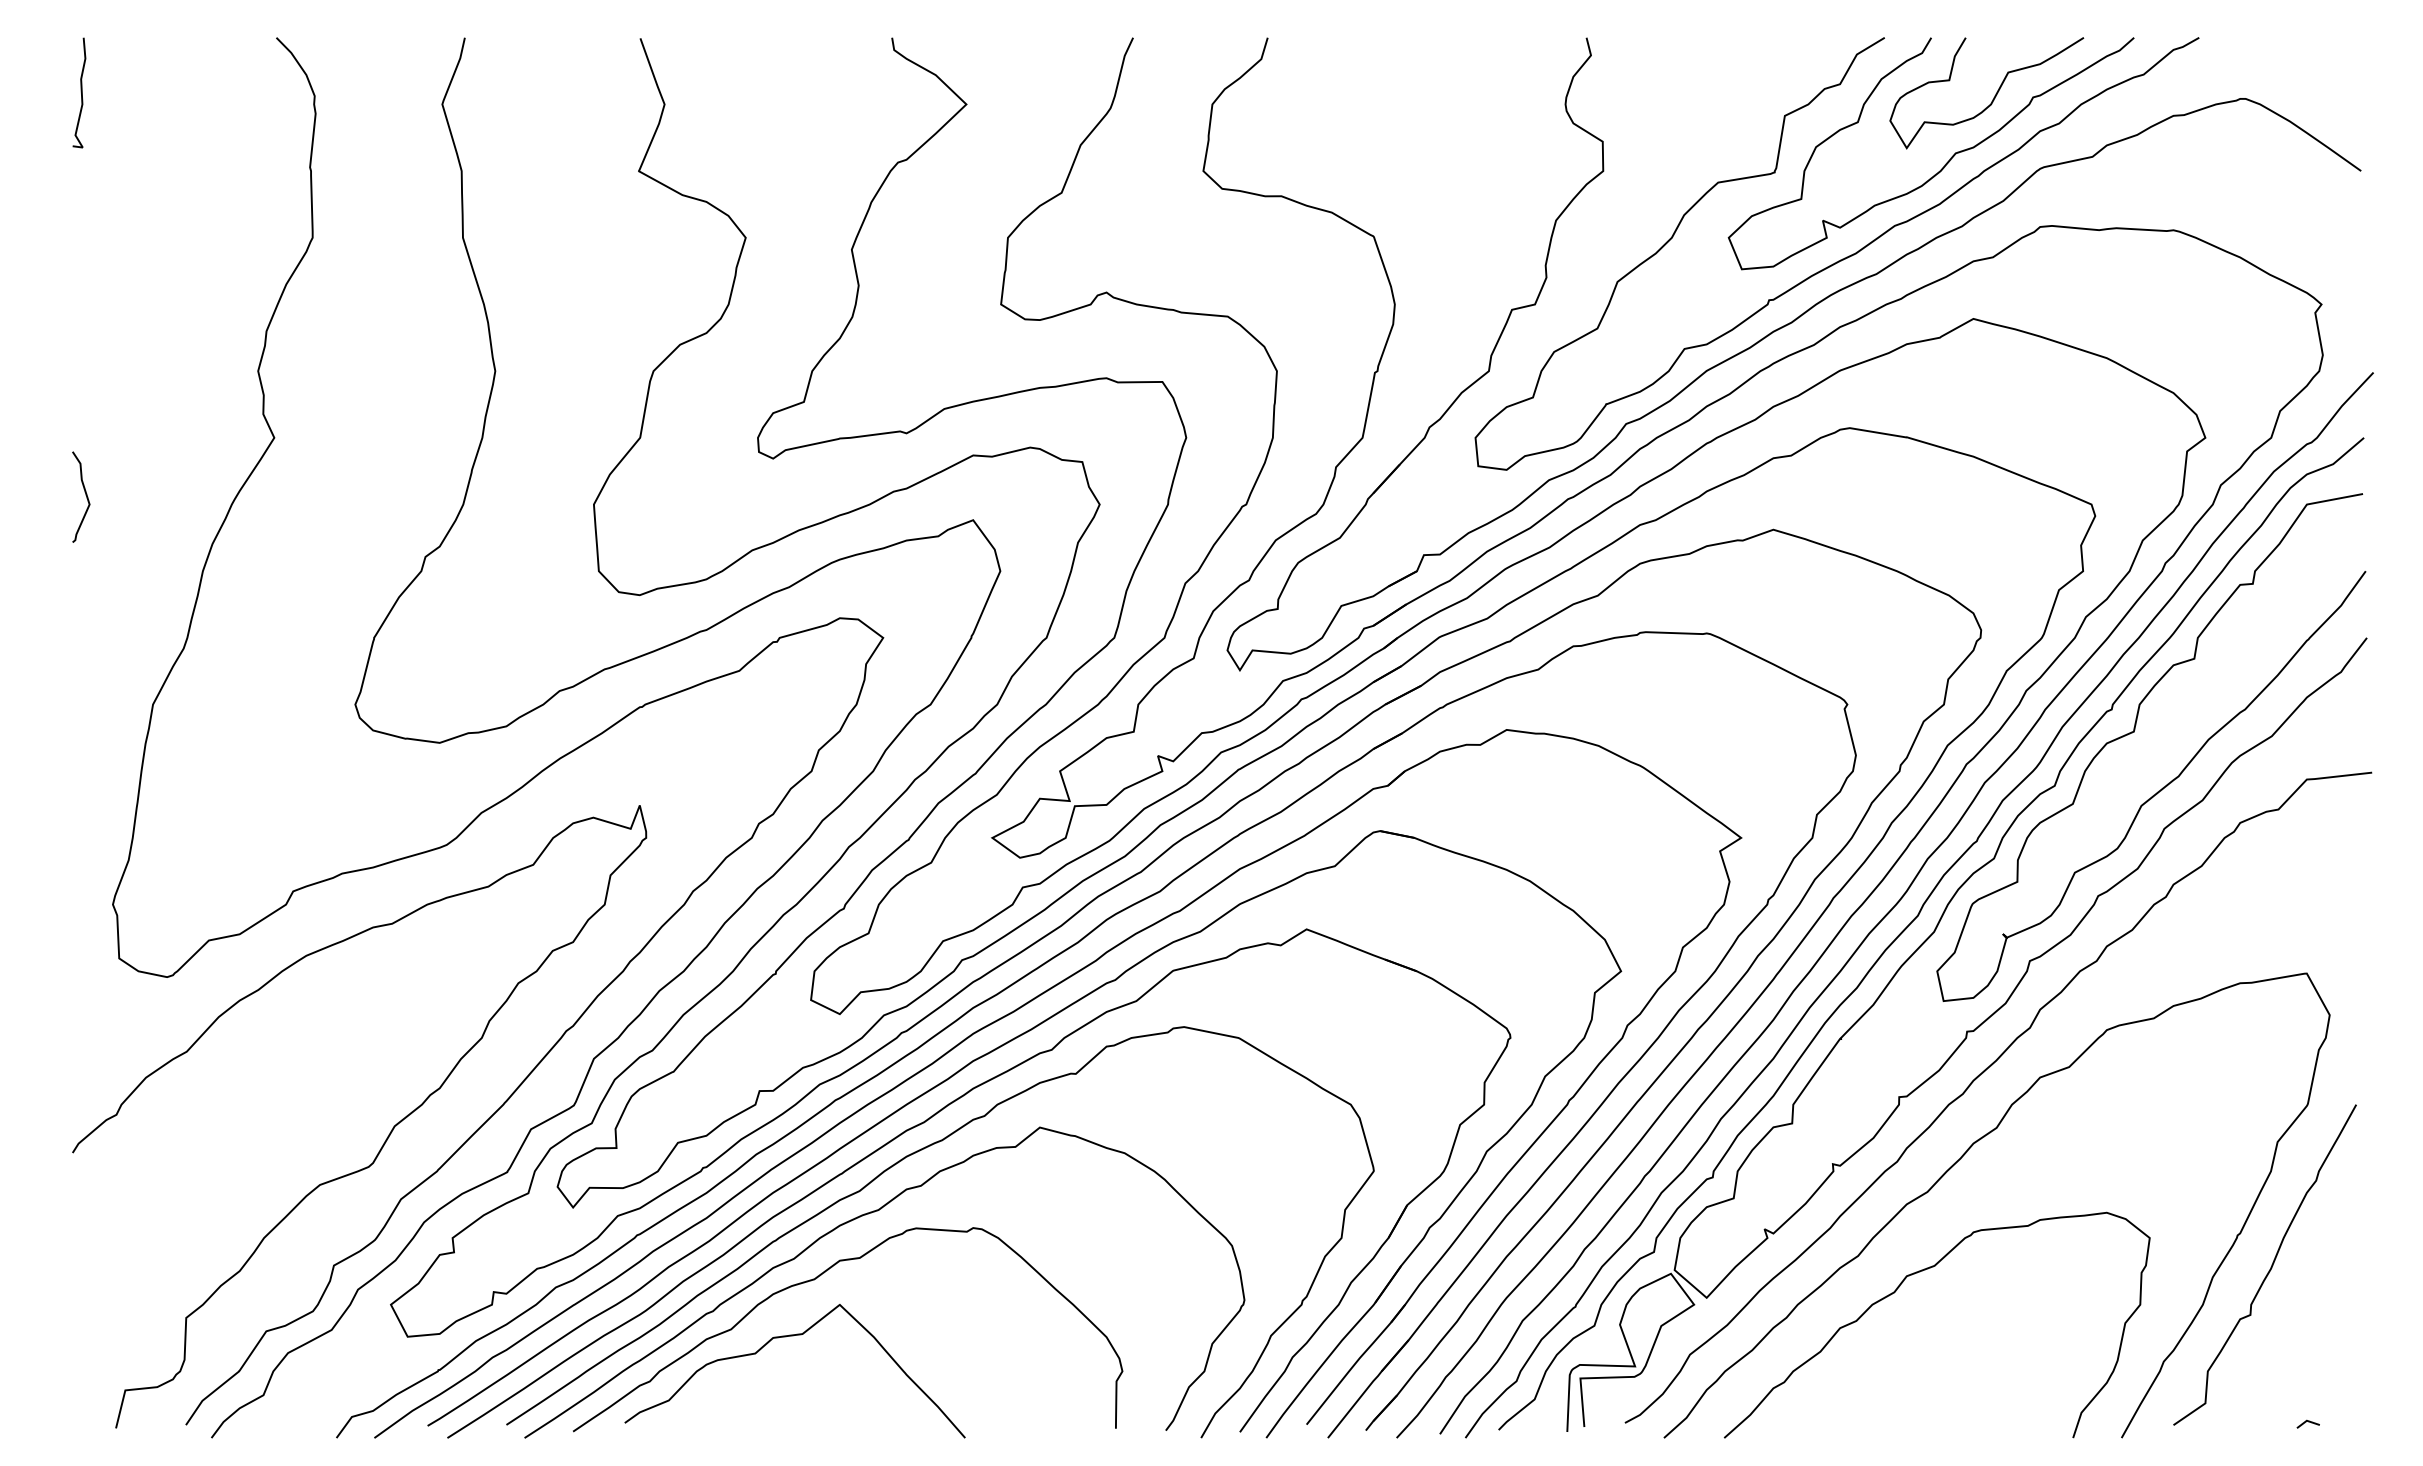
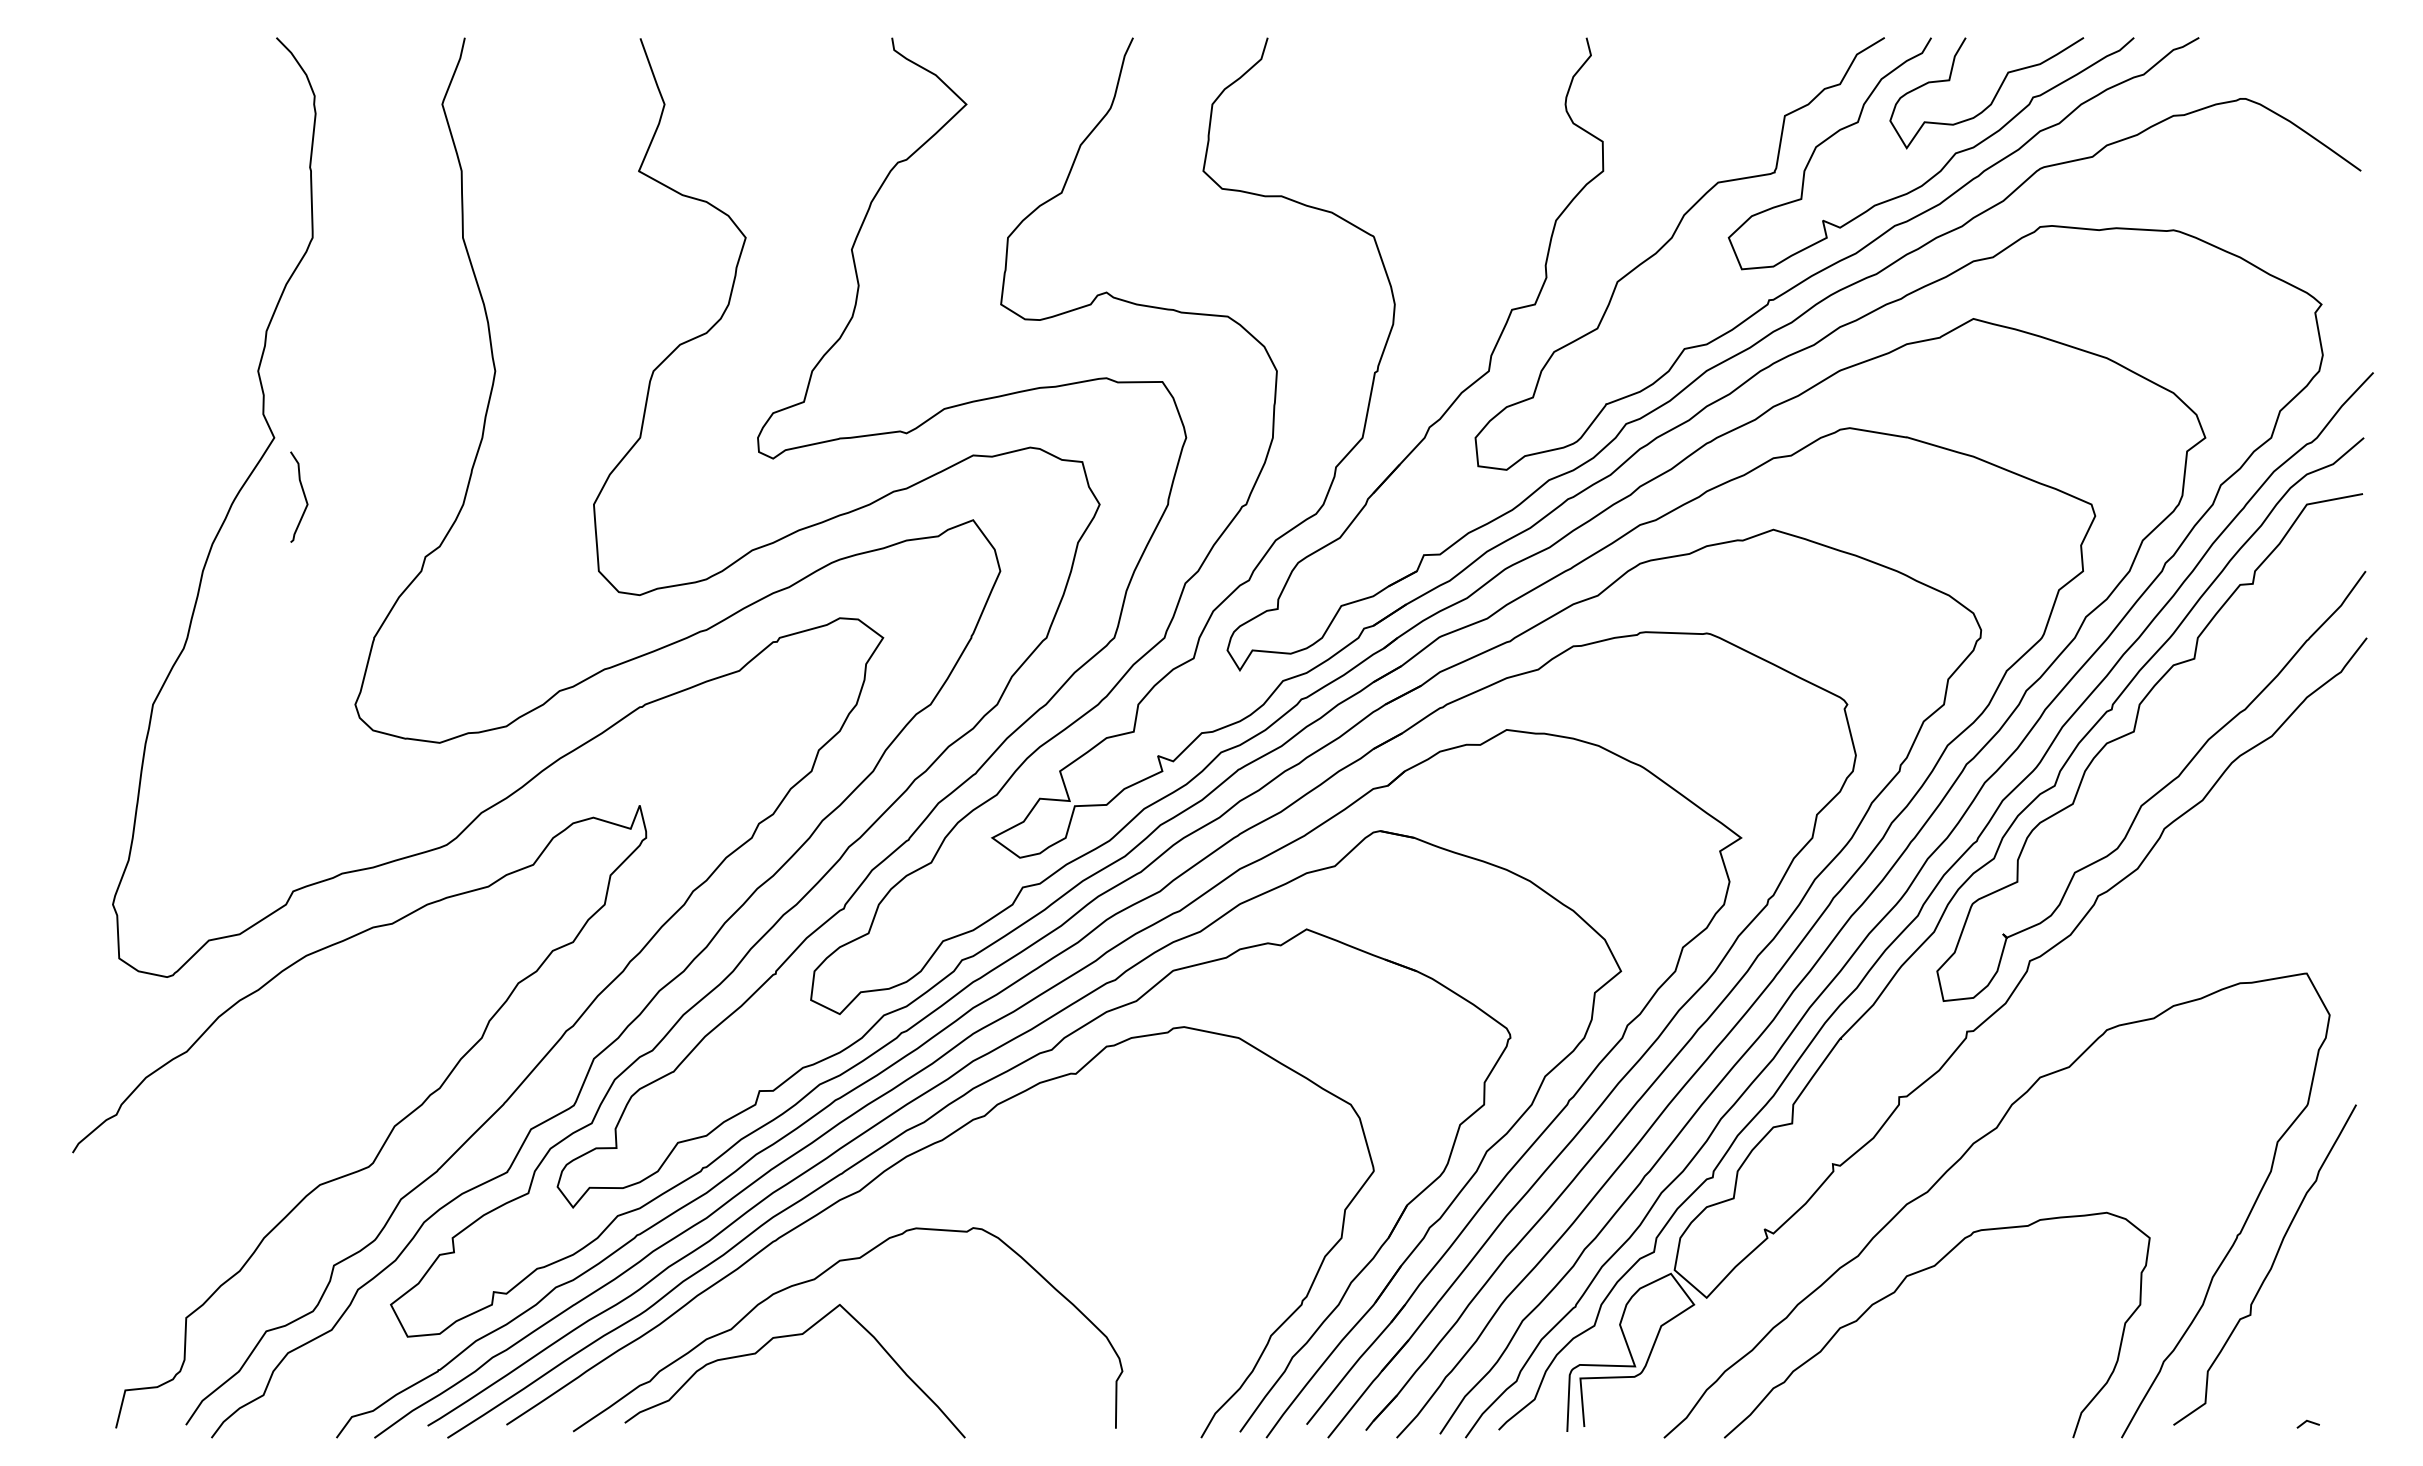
curve at (80, 92): present -> none
curve at (85, 495) position: (85, 495) -> (303, 495)
curve at (1982, 1074): present -> none
curve at (856, 1219): present -> none
